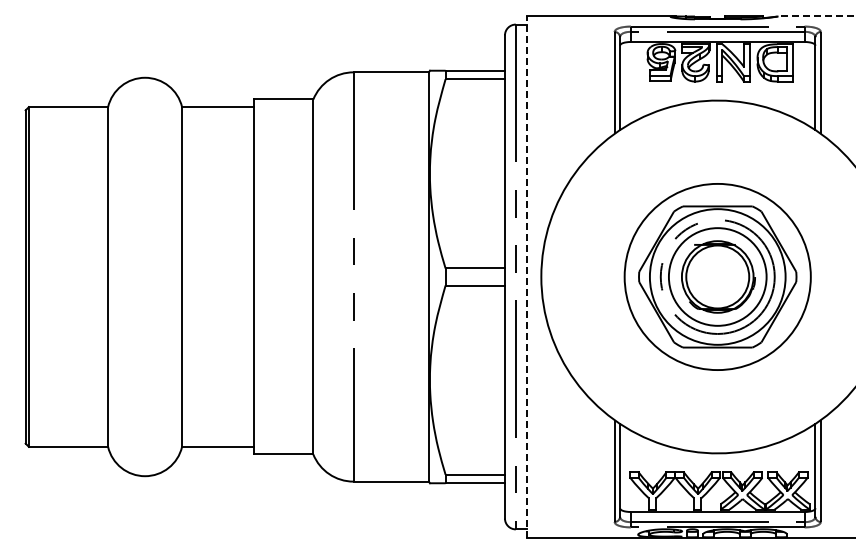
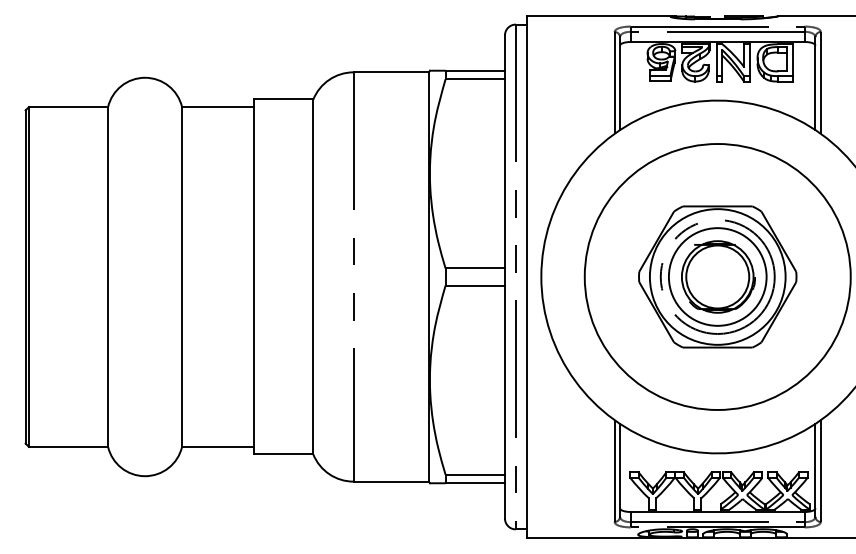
line at (816, 16): dashed -> solid
line at (526, 276): dashed -> solid
circle at (717, 276) diameter: 186 px -> 266 px
